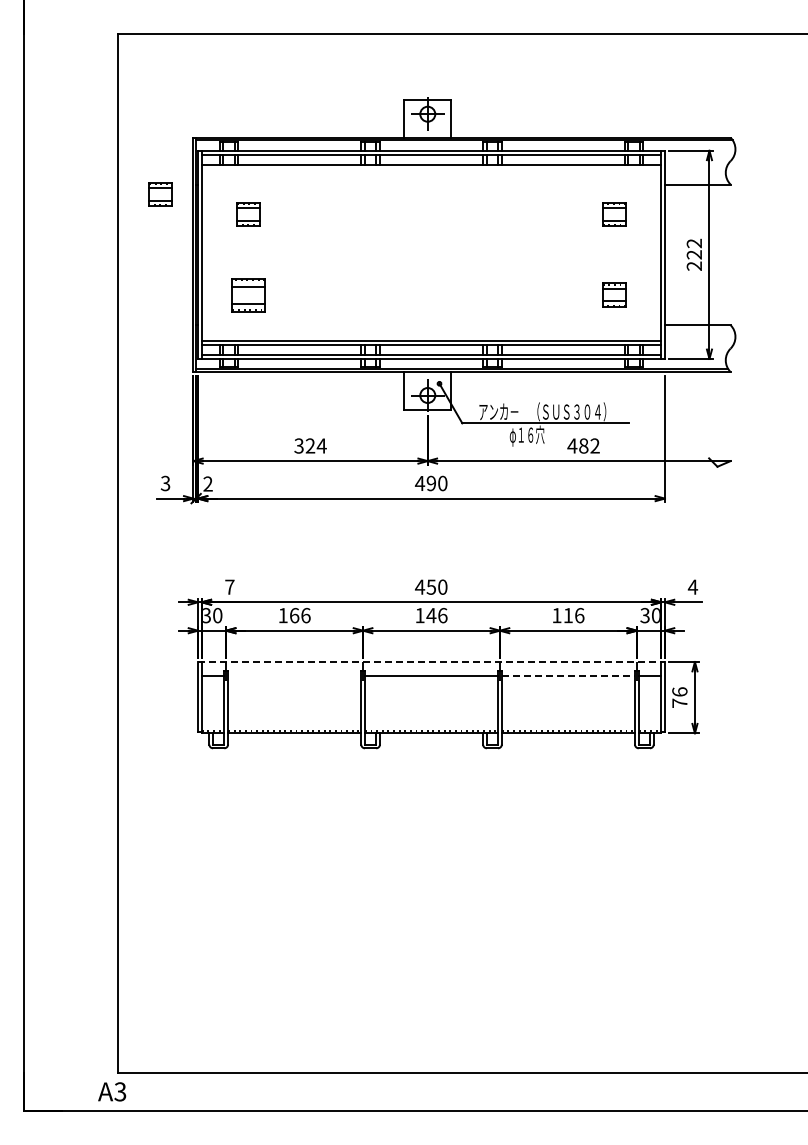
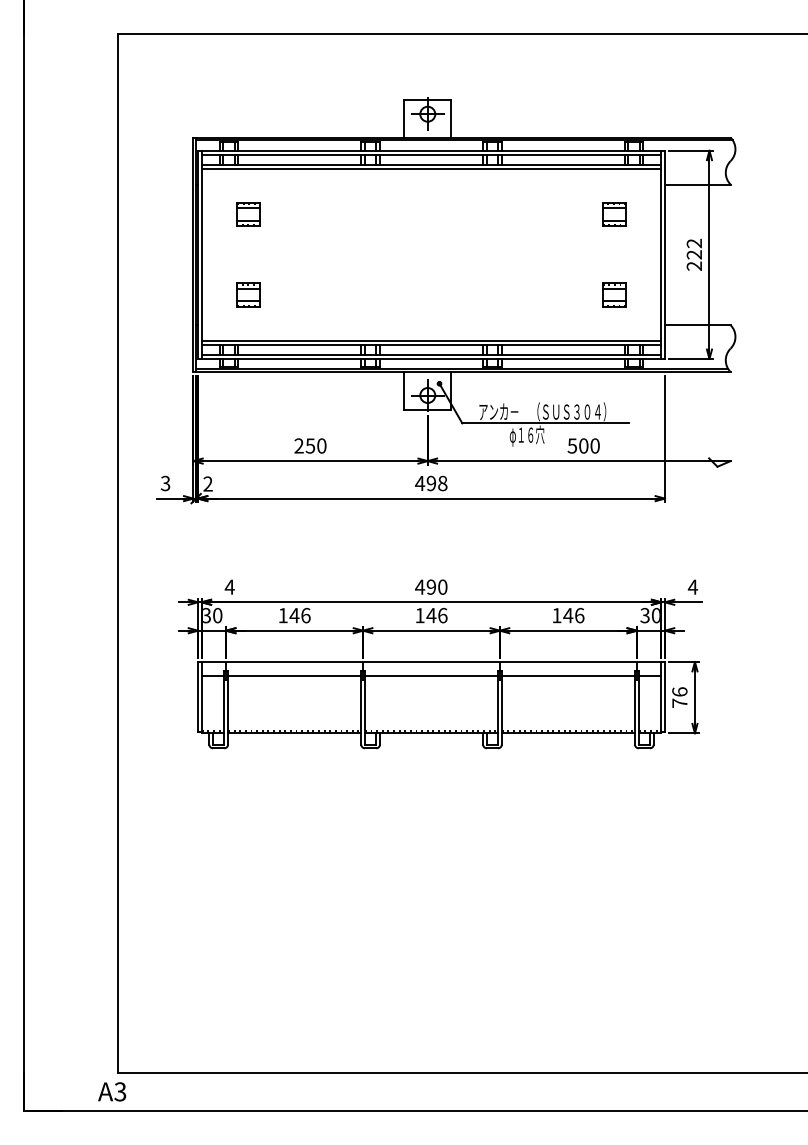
line at (431, 168): none -> present
part at (160, 194): present -> none
part at (248, 295) size: 35x35 px -> 25x26 px
text at (310, 445): 324 -> 250
text at (583, 445): 482 -> 500
text at (442, 483): 490 -> 498
text at (229, 586): 7 -> 4
text at (430, 586): 450 -> 490
text at (294, 615): 166 -> 146
text at (568, 615): 116 -> 146
line at (432, 662): dashed -> solid
line at (294, 676): none -> present
line at (568, 676): dashed -> solid
